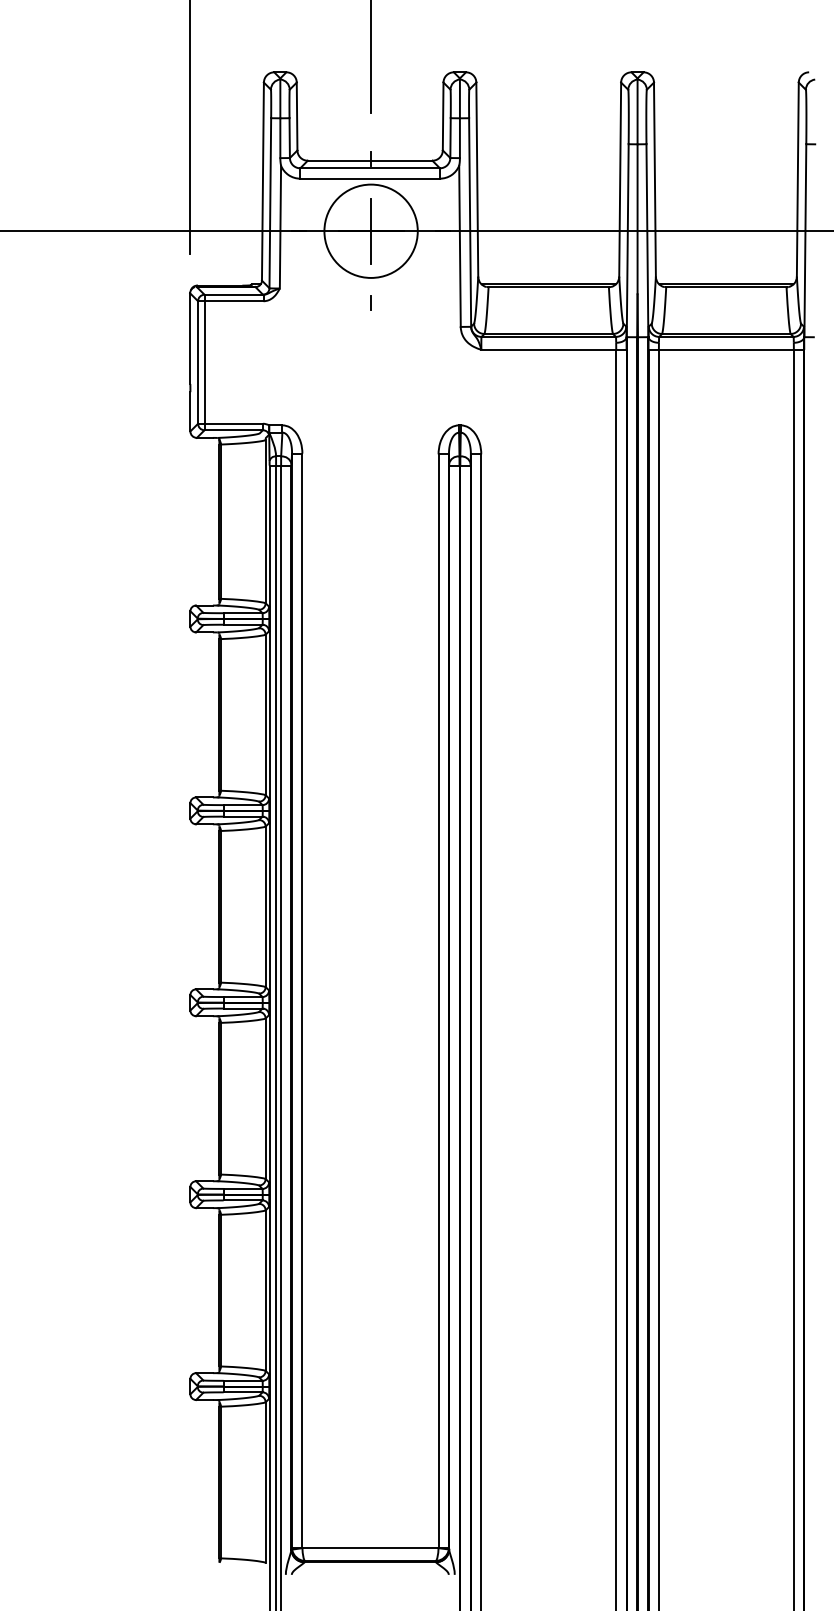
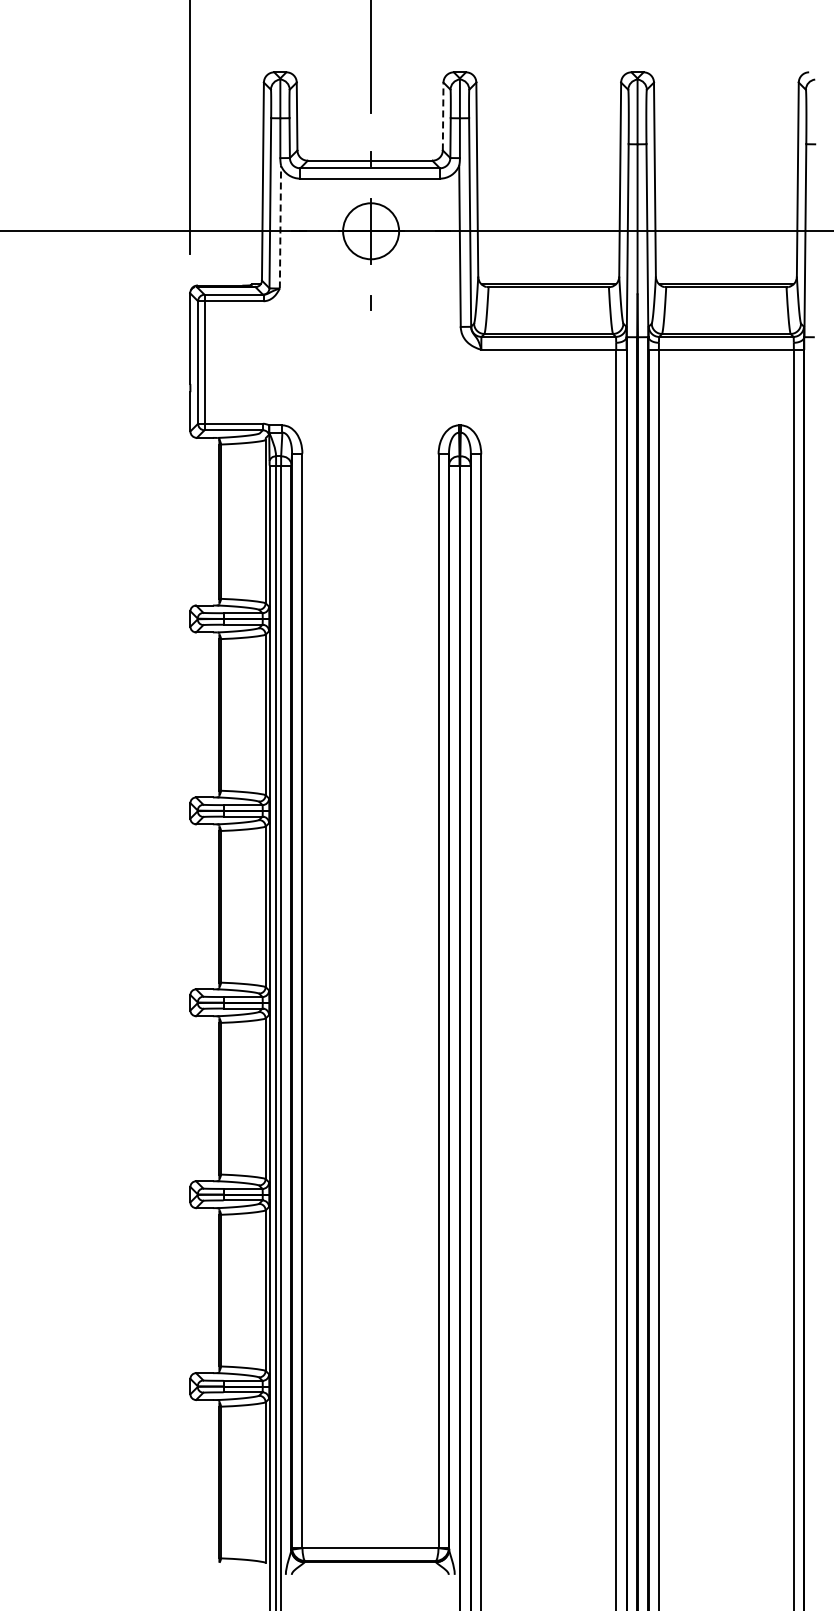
line at (443, 116): solid -> dashed
line at (280, 226): solid -> dashed
circle at (370, 230) diameter: 93 px -> 56 px
